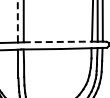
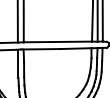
line at (17, 21): dashed -> solid
line at (58, 41): dashed -> solid
